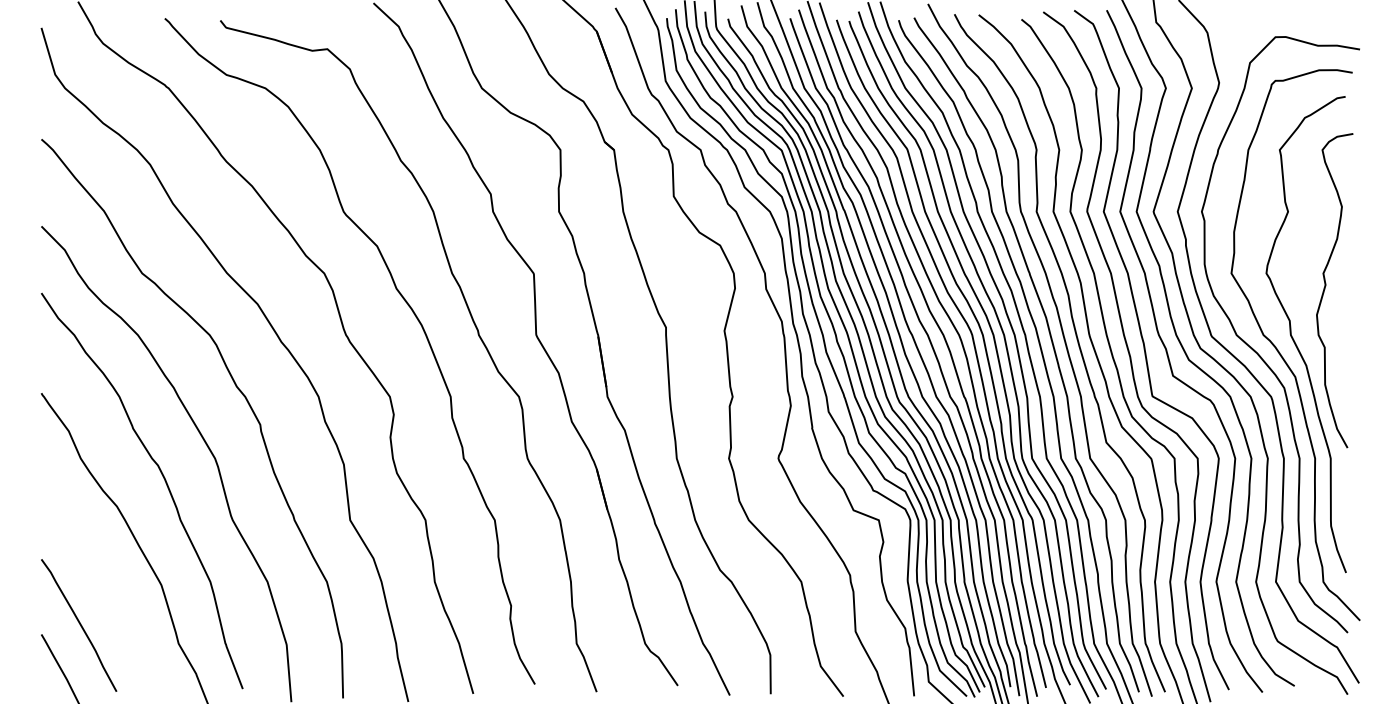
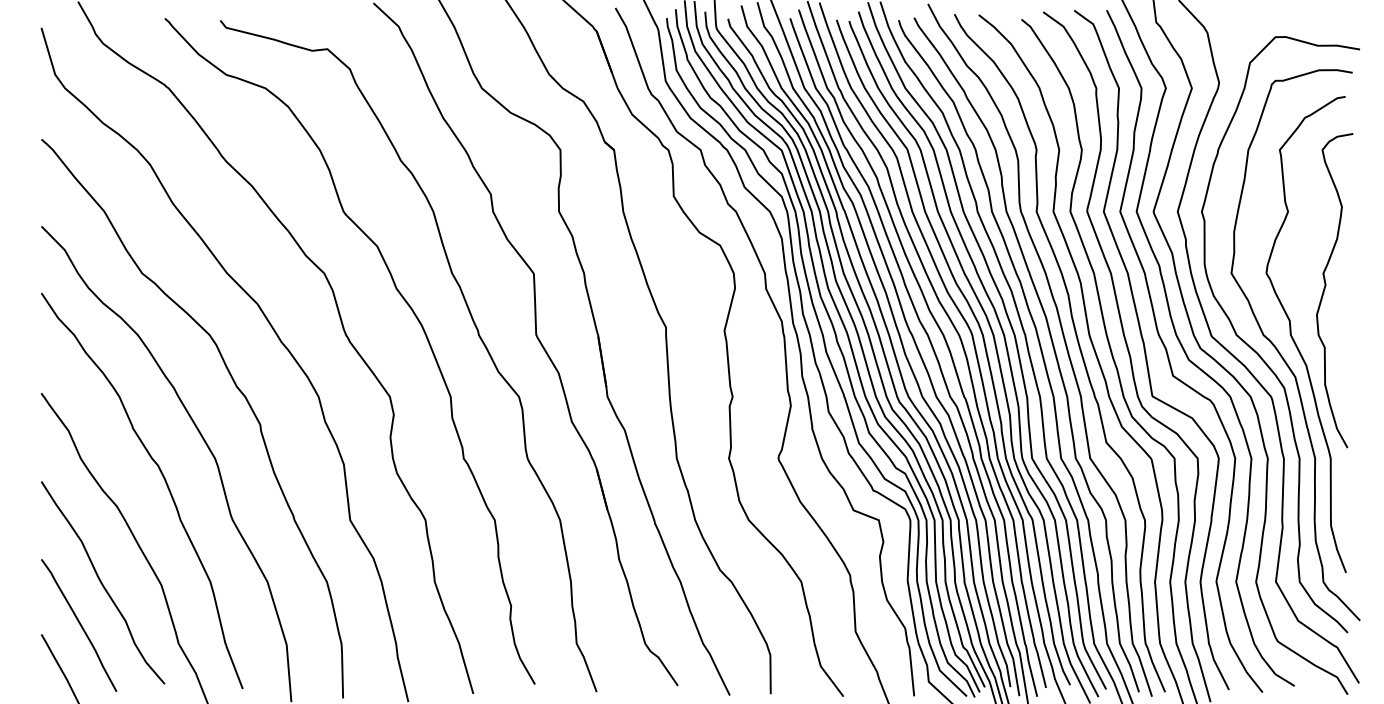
curve at (102, 582): none -> present
